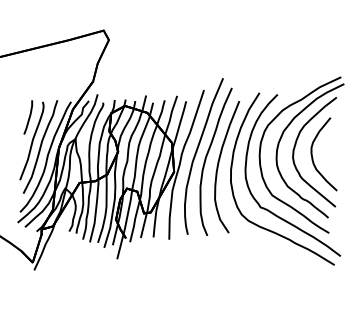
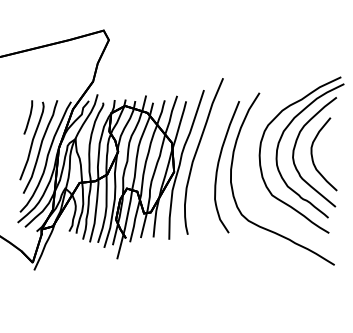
part at (206, 160): present -> none
curve at (270, 210): present -> none
